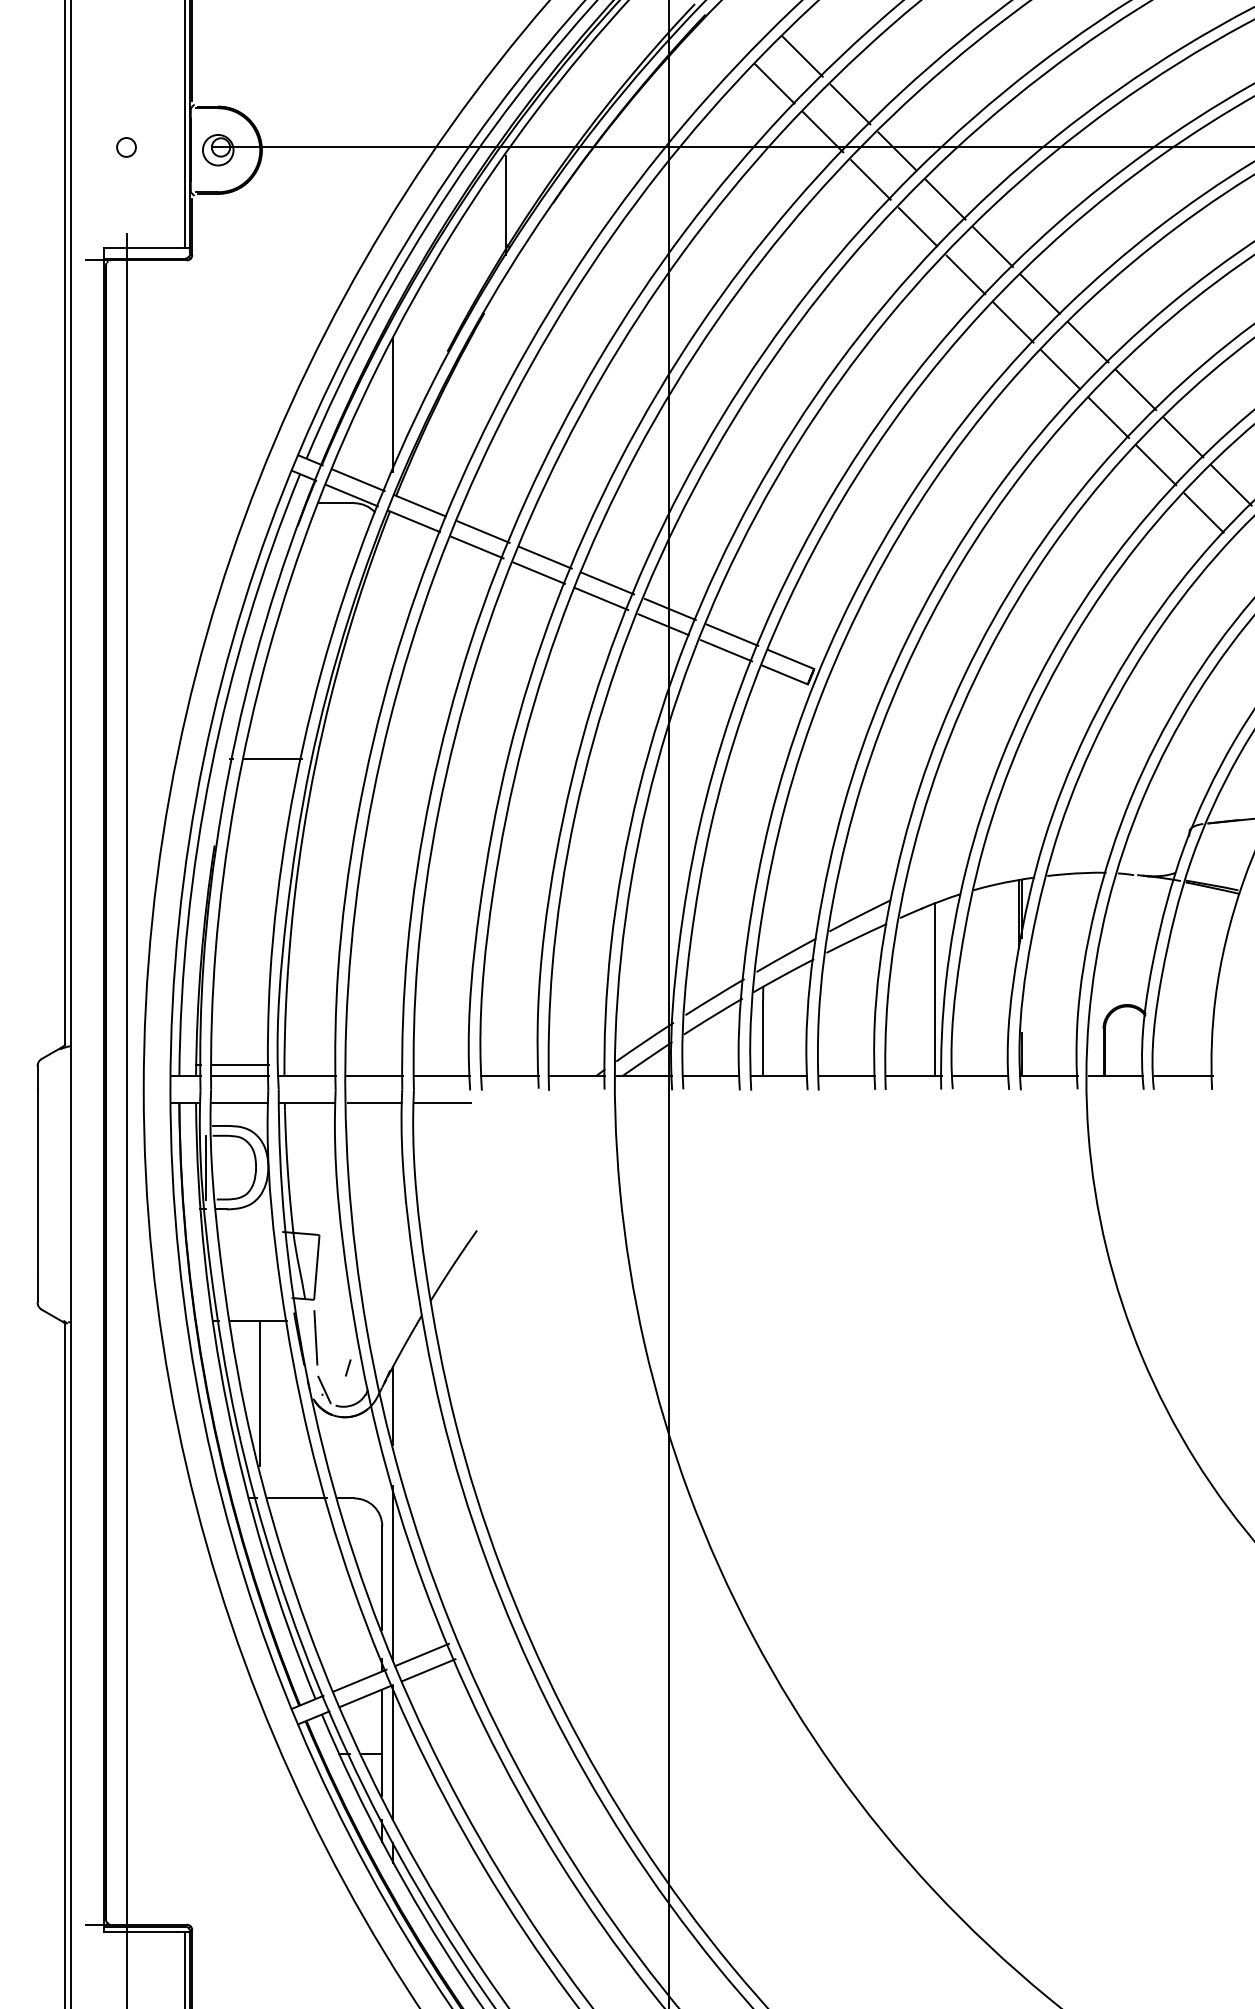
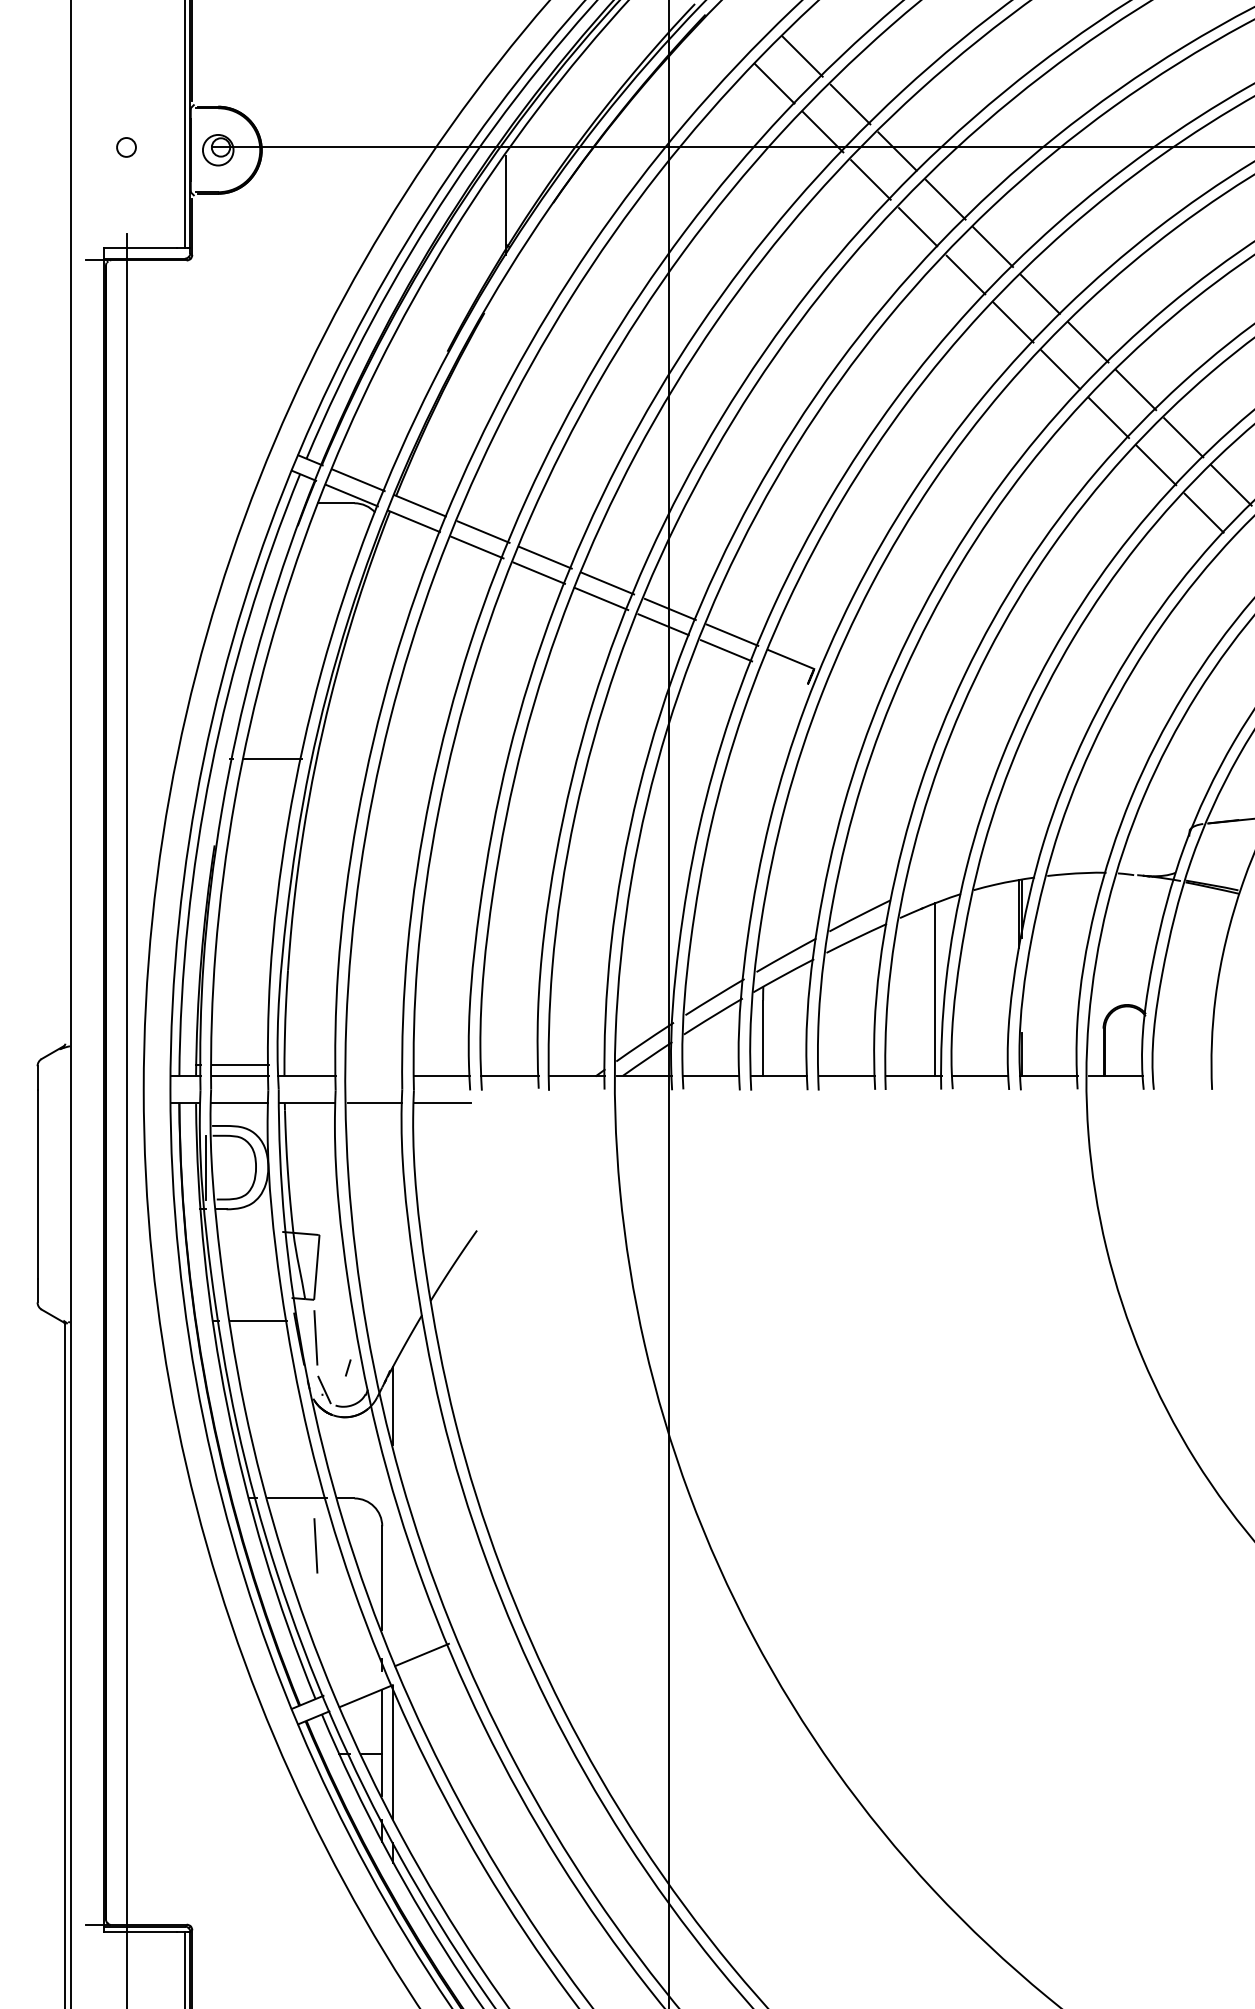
line at (393, 405): present -> none
line at (65, 523): present -> none
line at (784, 674): present -> none
line at (374, 1076): present -> none
line at (1183, 1076): present -> none
line at (259, 1393): present -> none
line at (315, 1545): none -> present
line at (393, 1573): present -> none
line at (428, 1670): present -> none
line at (359, 1680): present -> none
